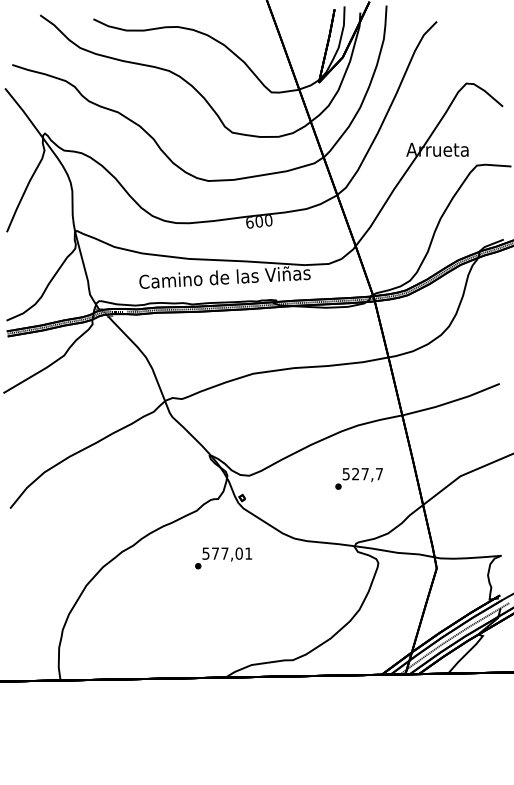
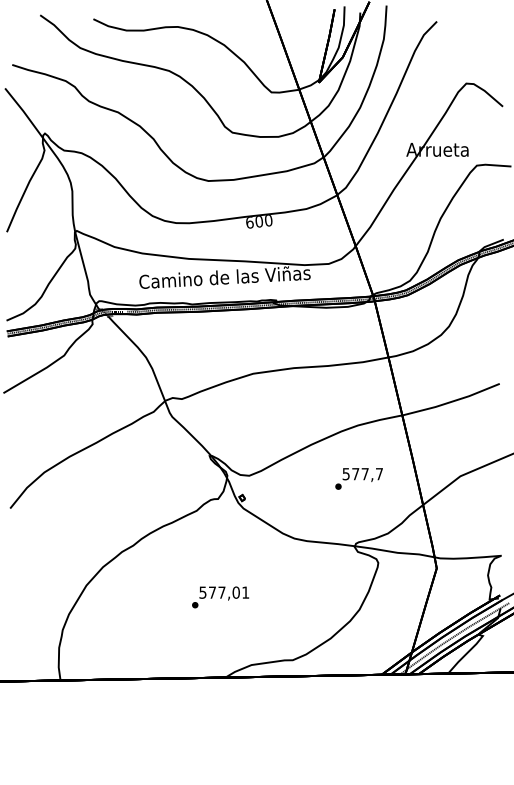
text at (355, 474): 527,7 -> 577,7
text at (223, 558) position: (223, 558) -> (220, 597)
